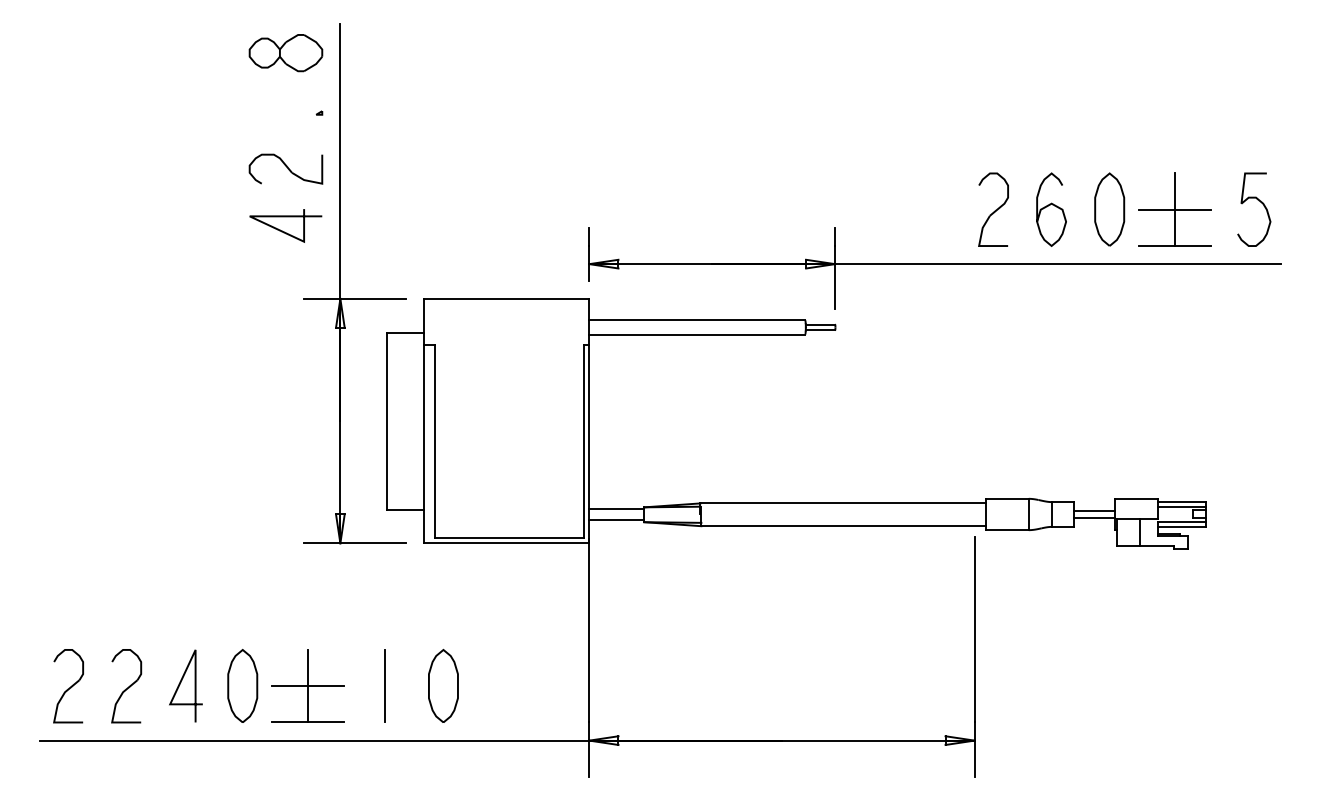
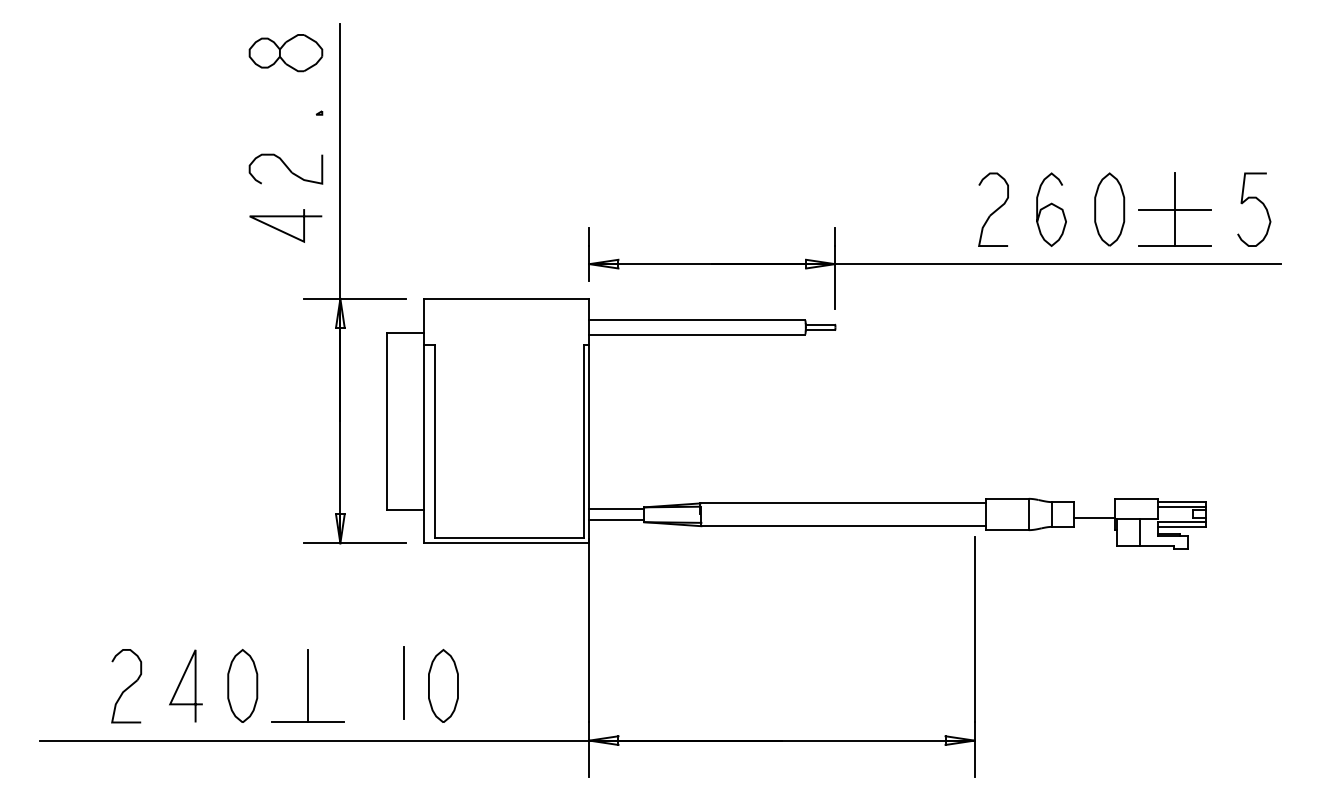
line at (1094, 510): present -> none
line at (384, 685) position: (384, 685) -> (403, 682)
part at (68, 686): present -> none
line at (307, 686): present -> none
